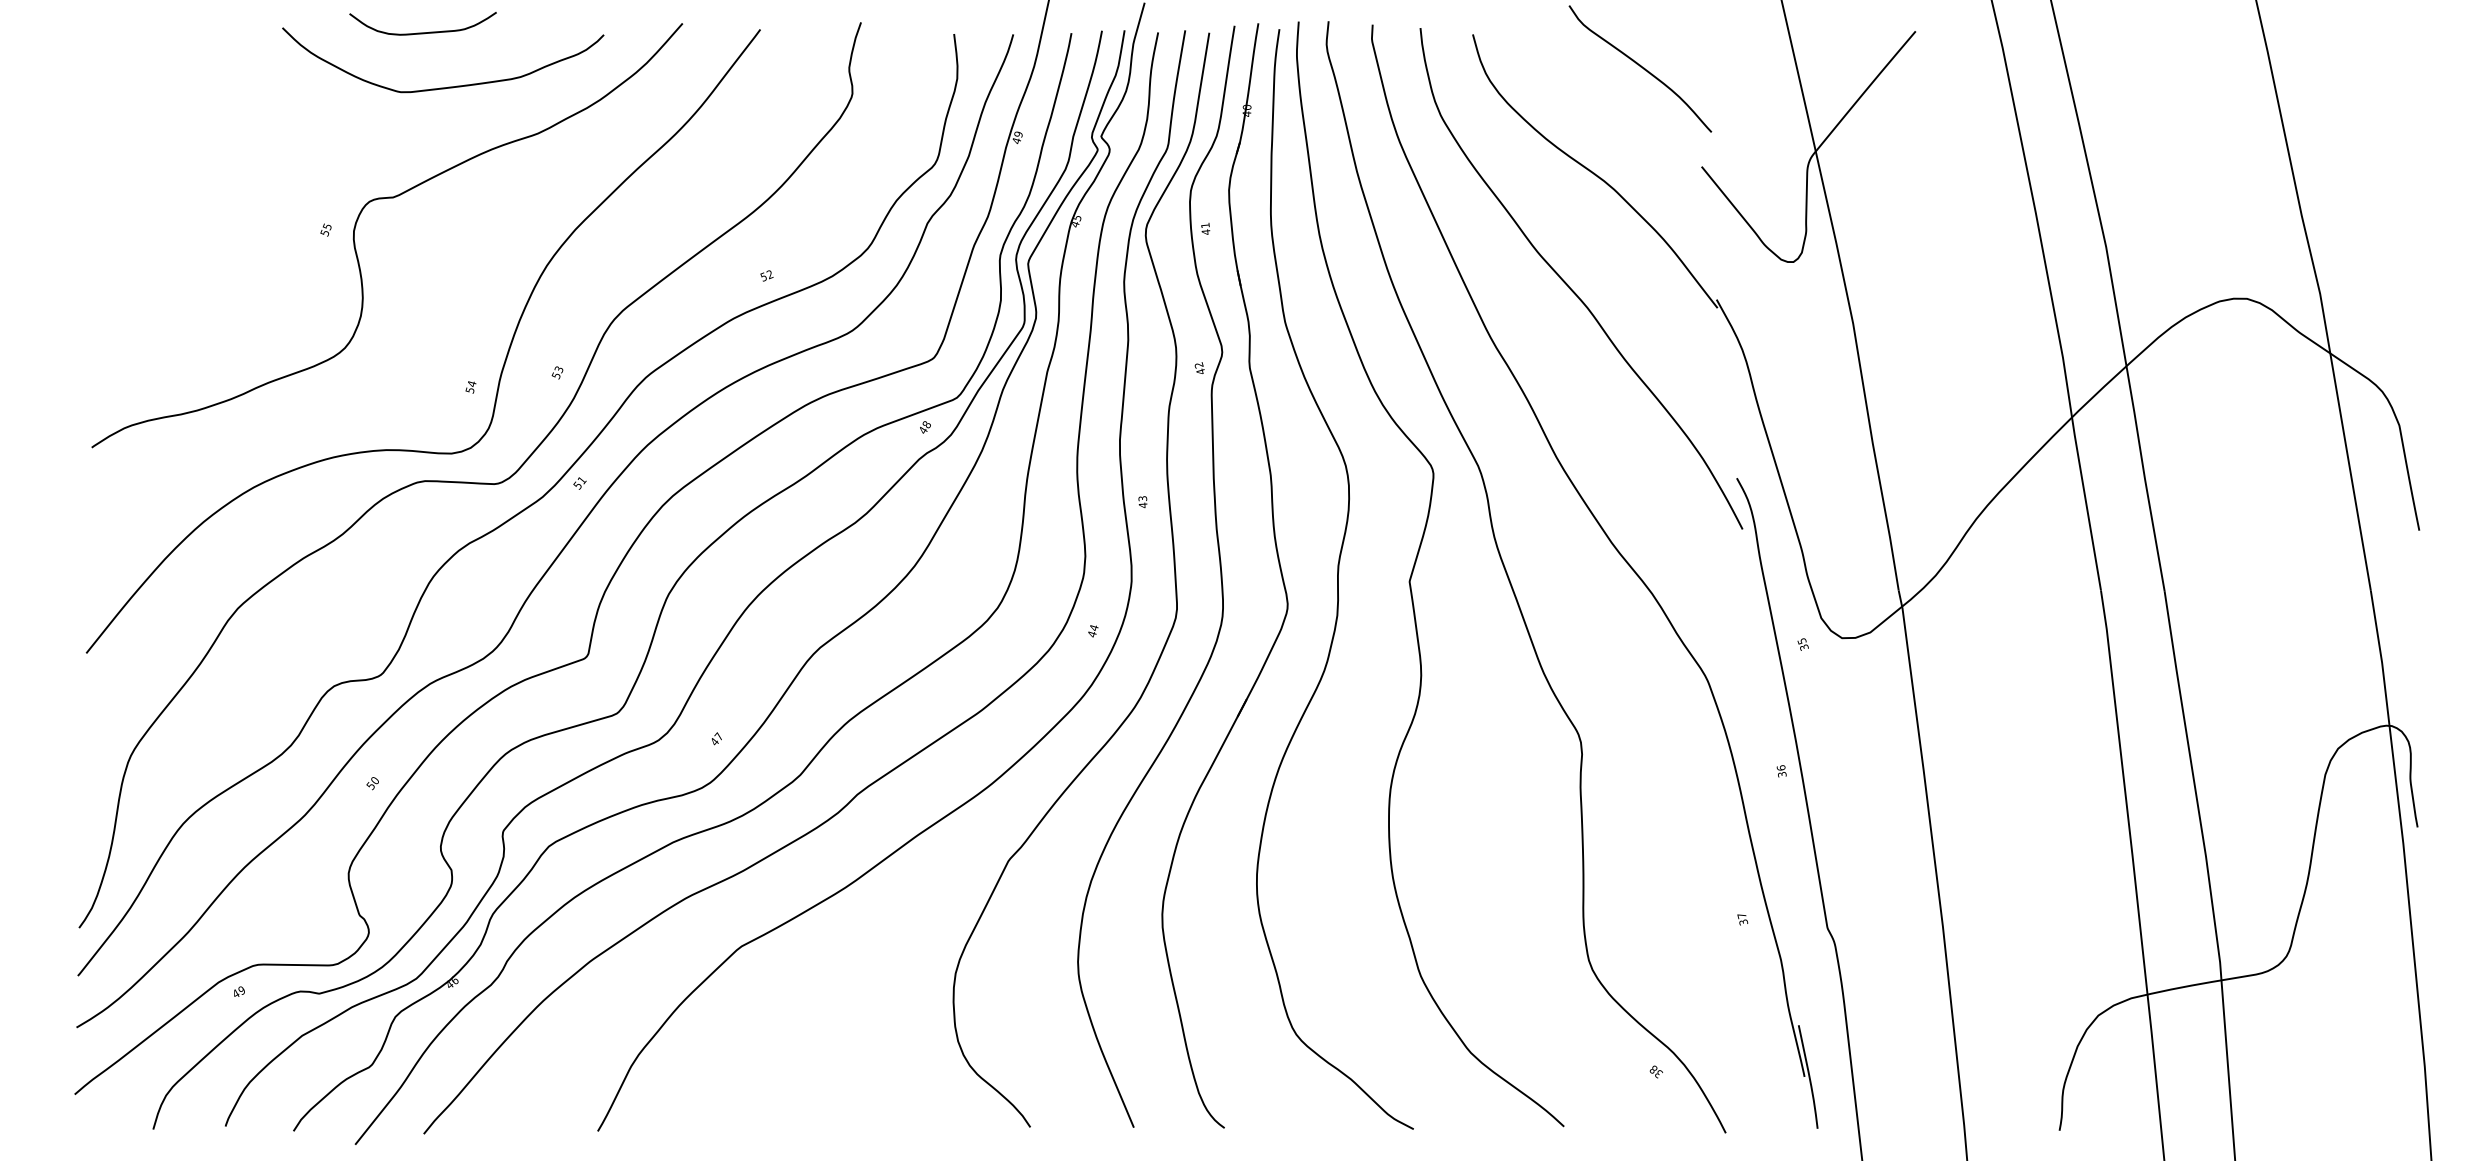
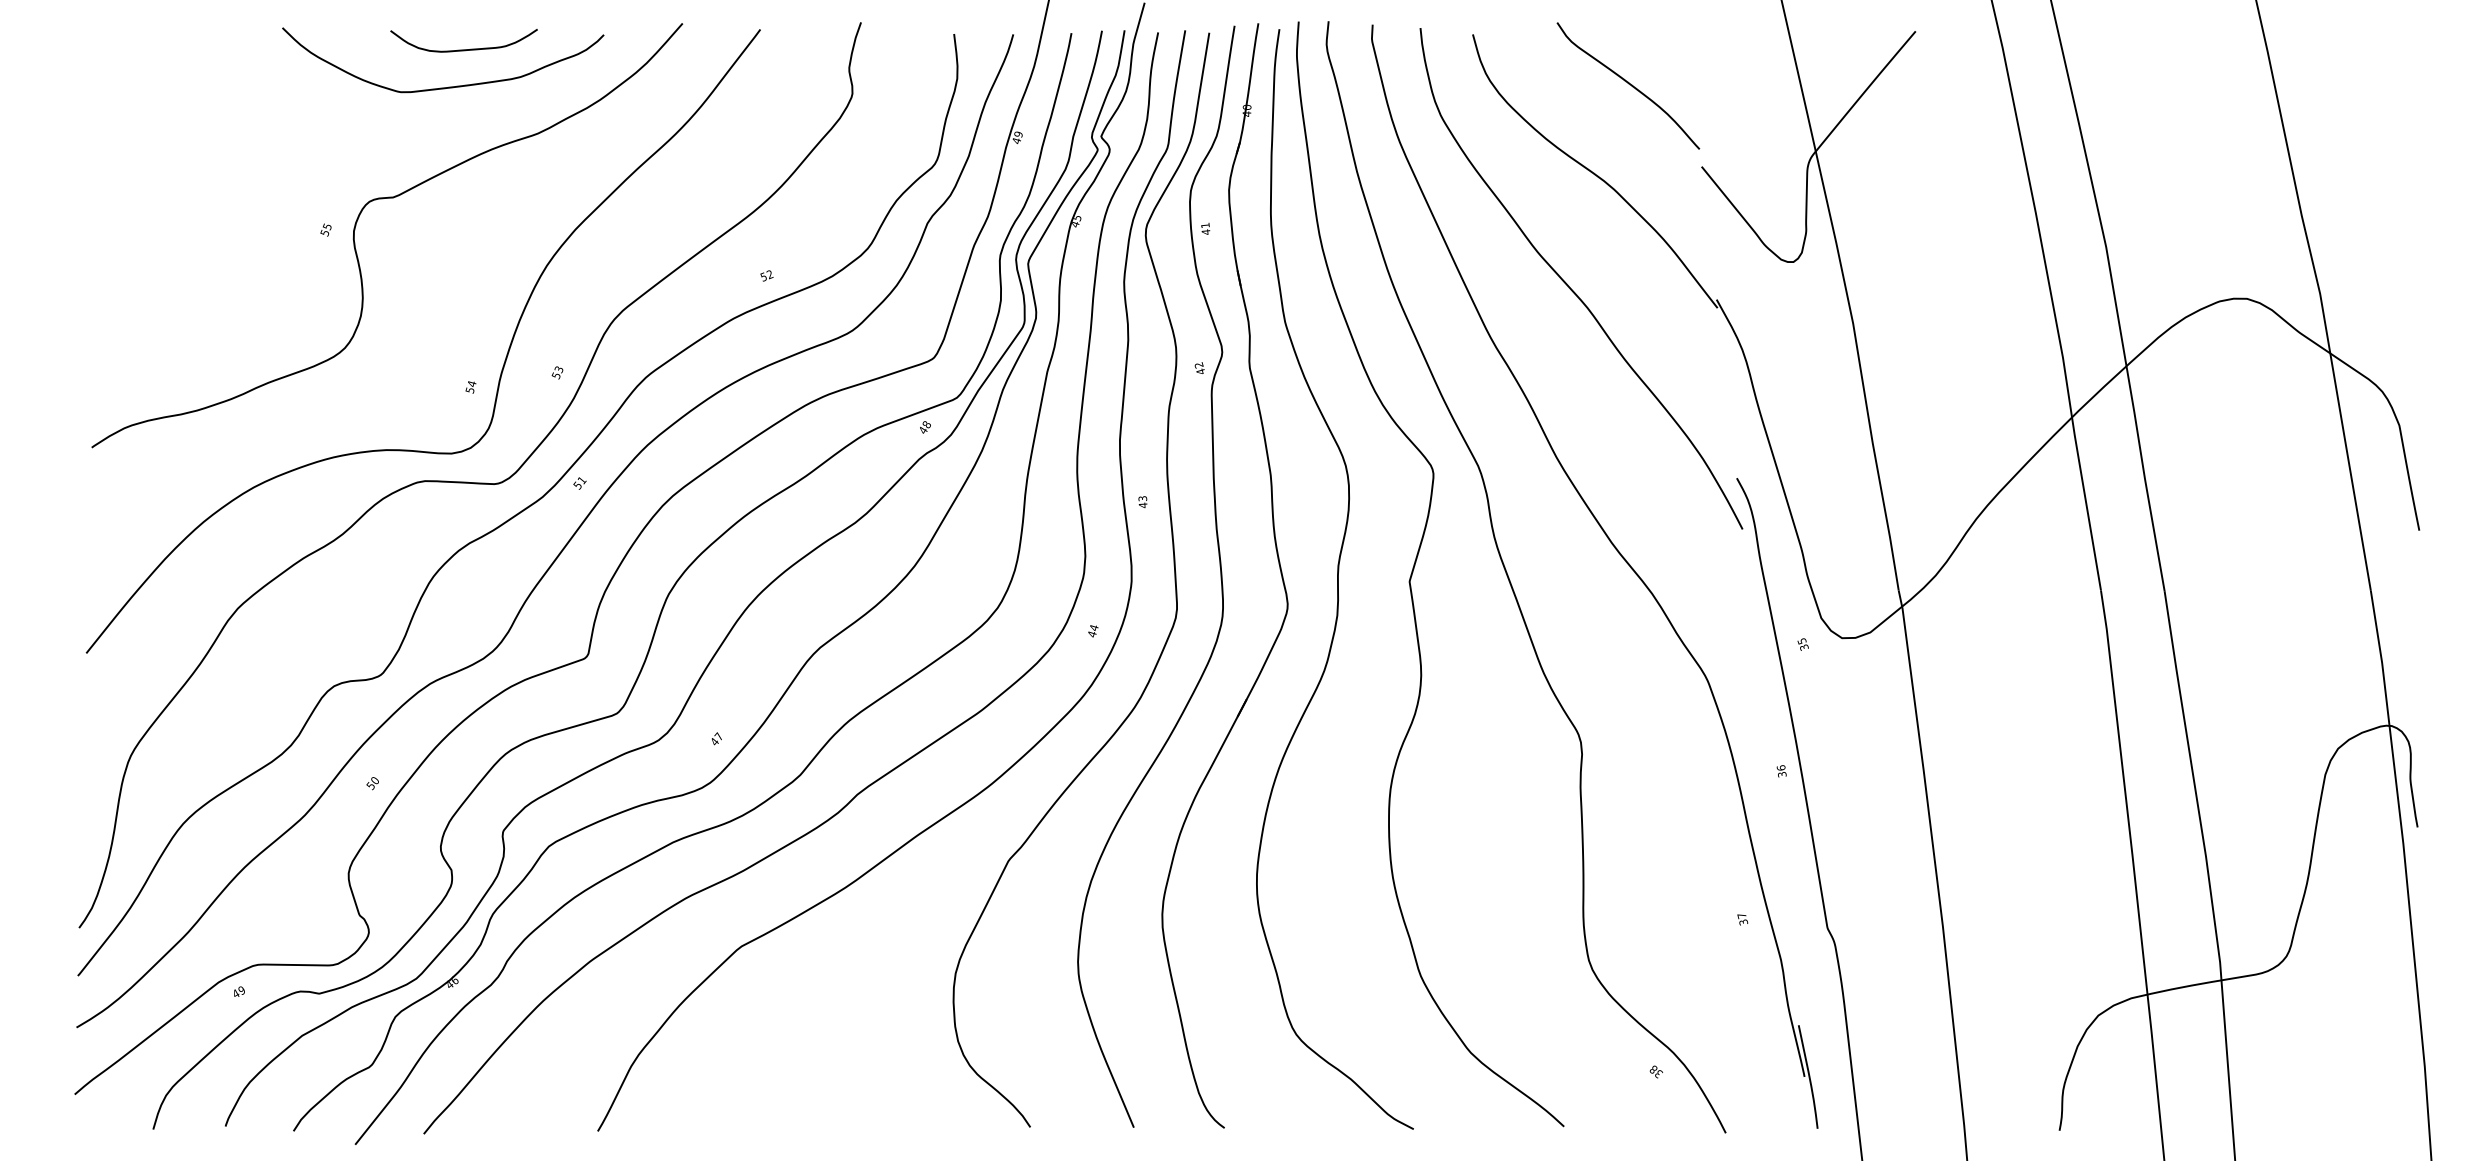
curve at (422, 32) position: (422, 32) -> (463, 49)
curve at (1640, 67) position: (1640, 67) -> (1628, 84)
